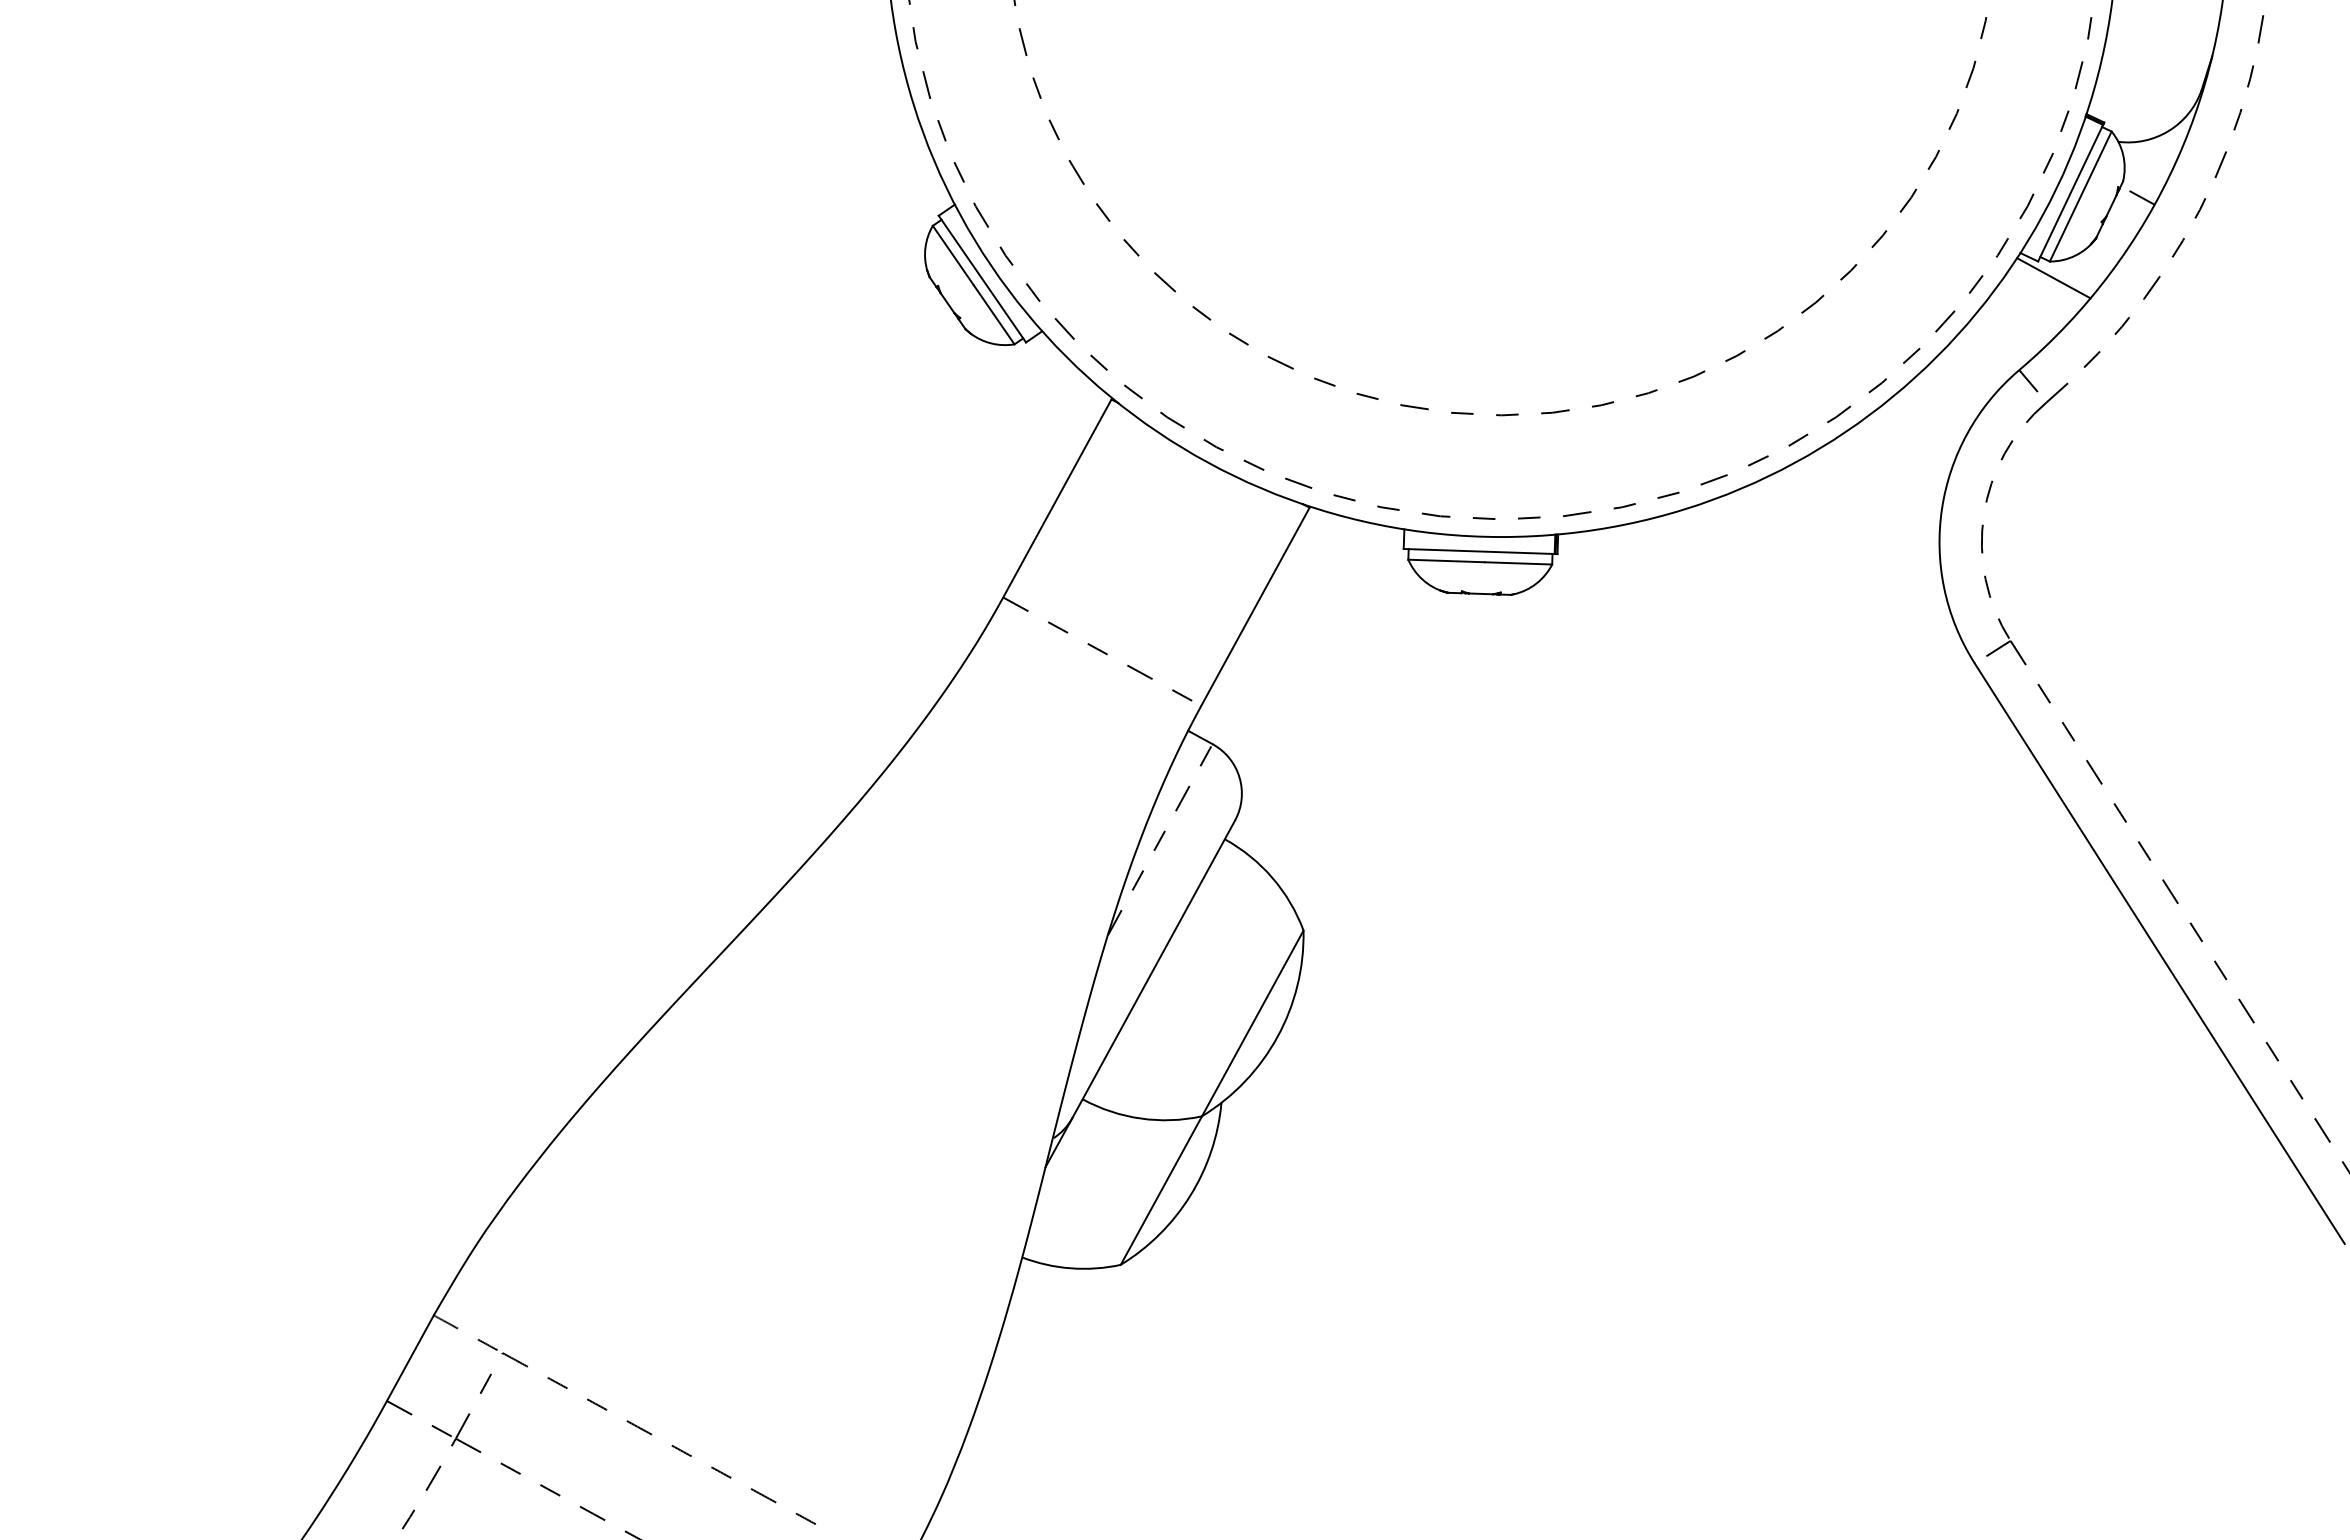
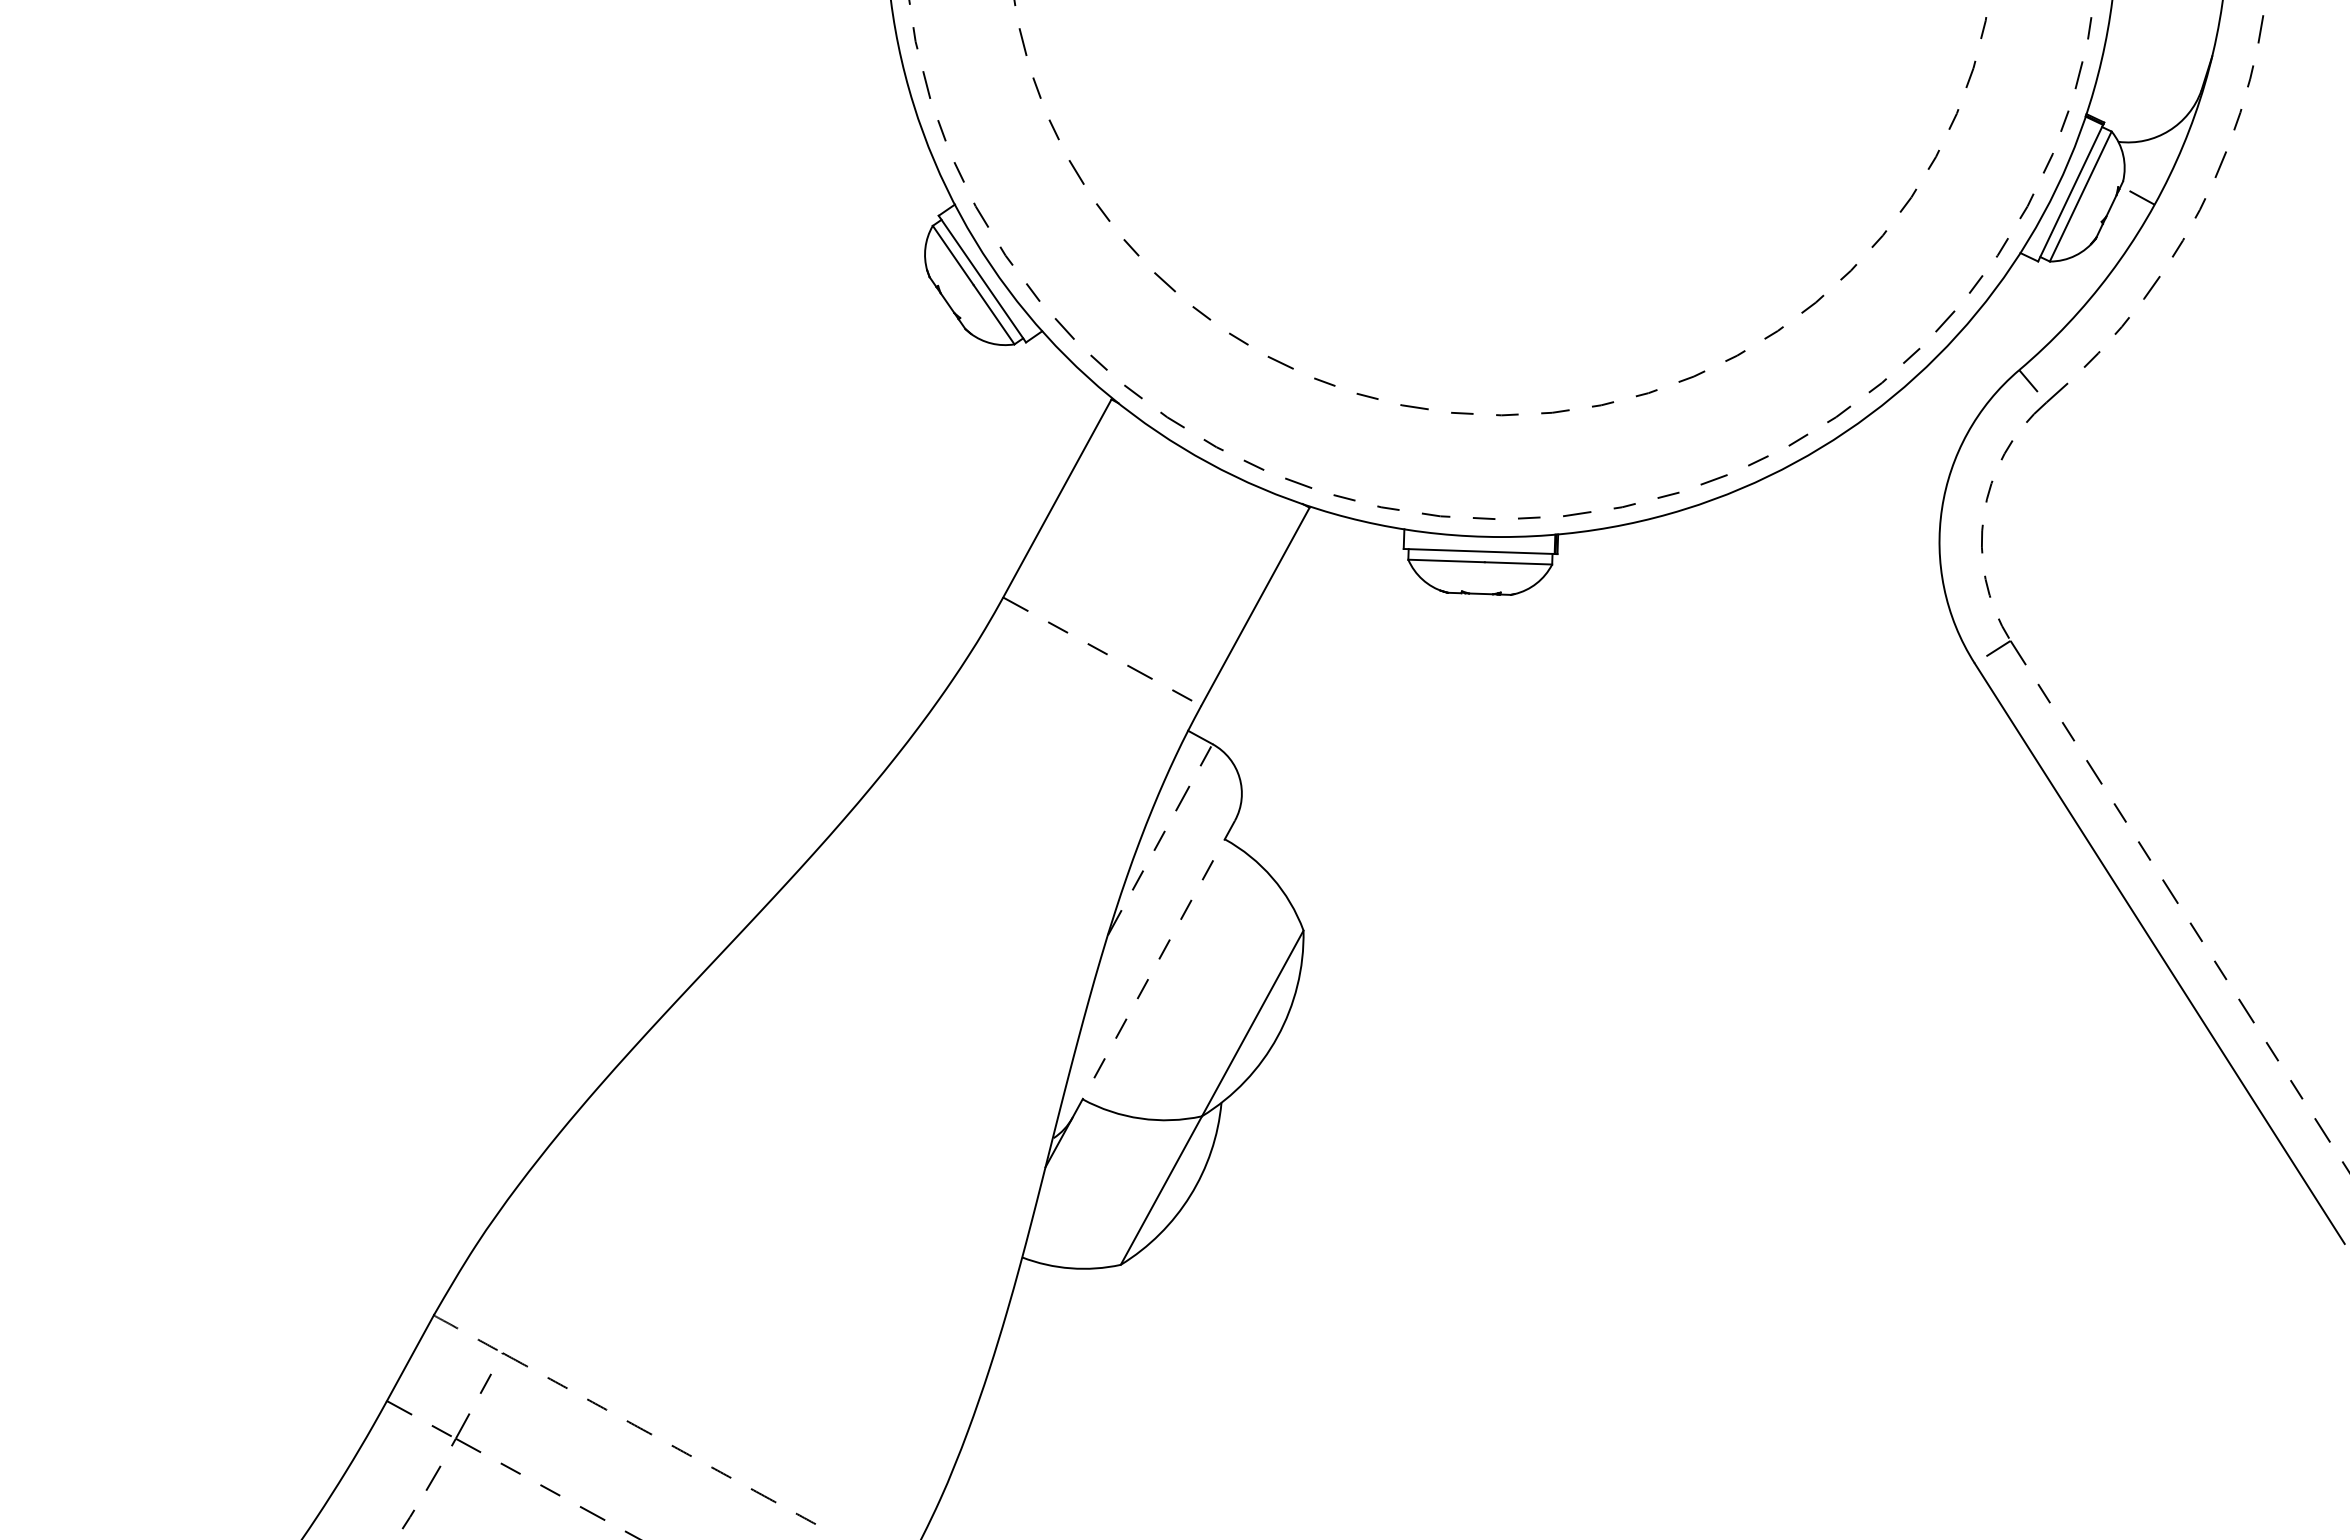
line at (2053, 278): present -> none
line at (1153, 969): solid -> dashed
